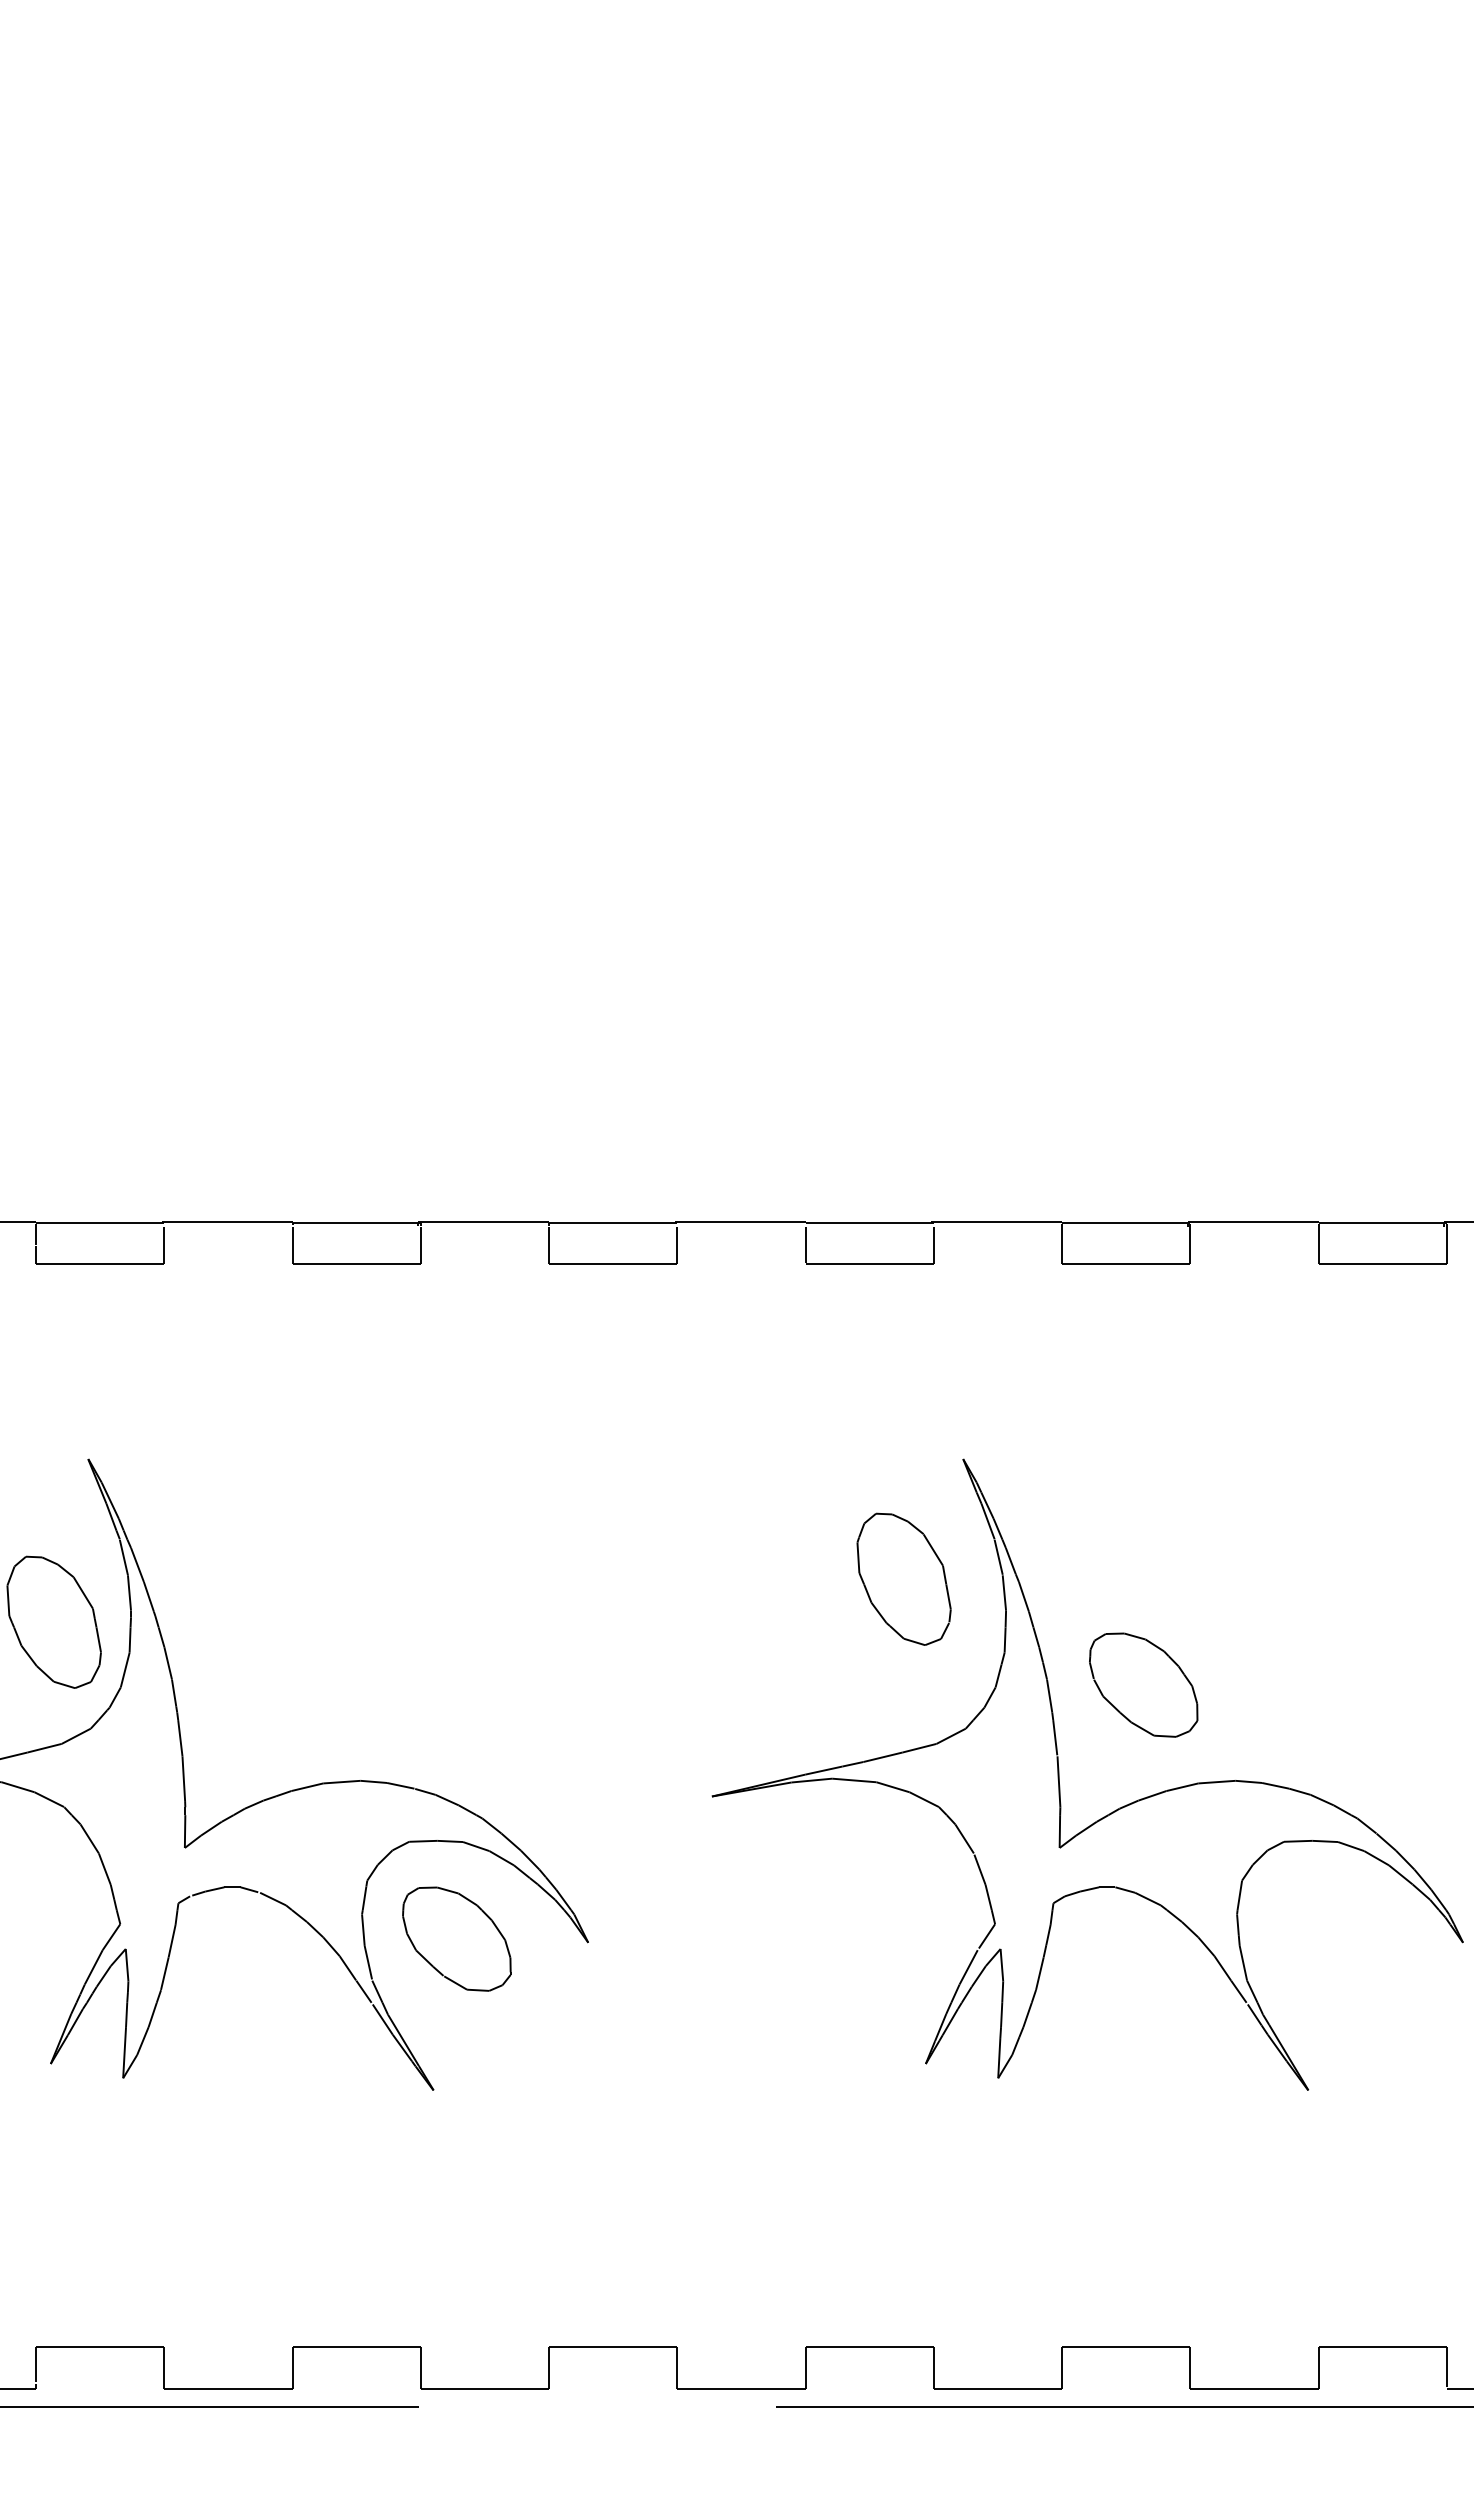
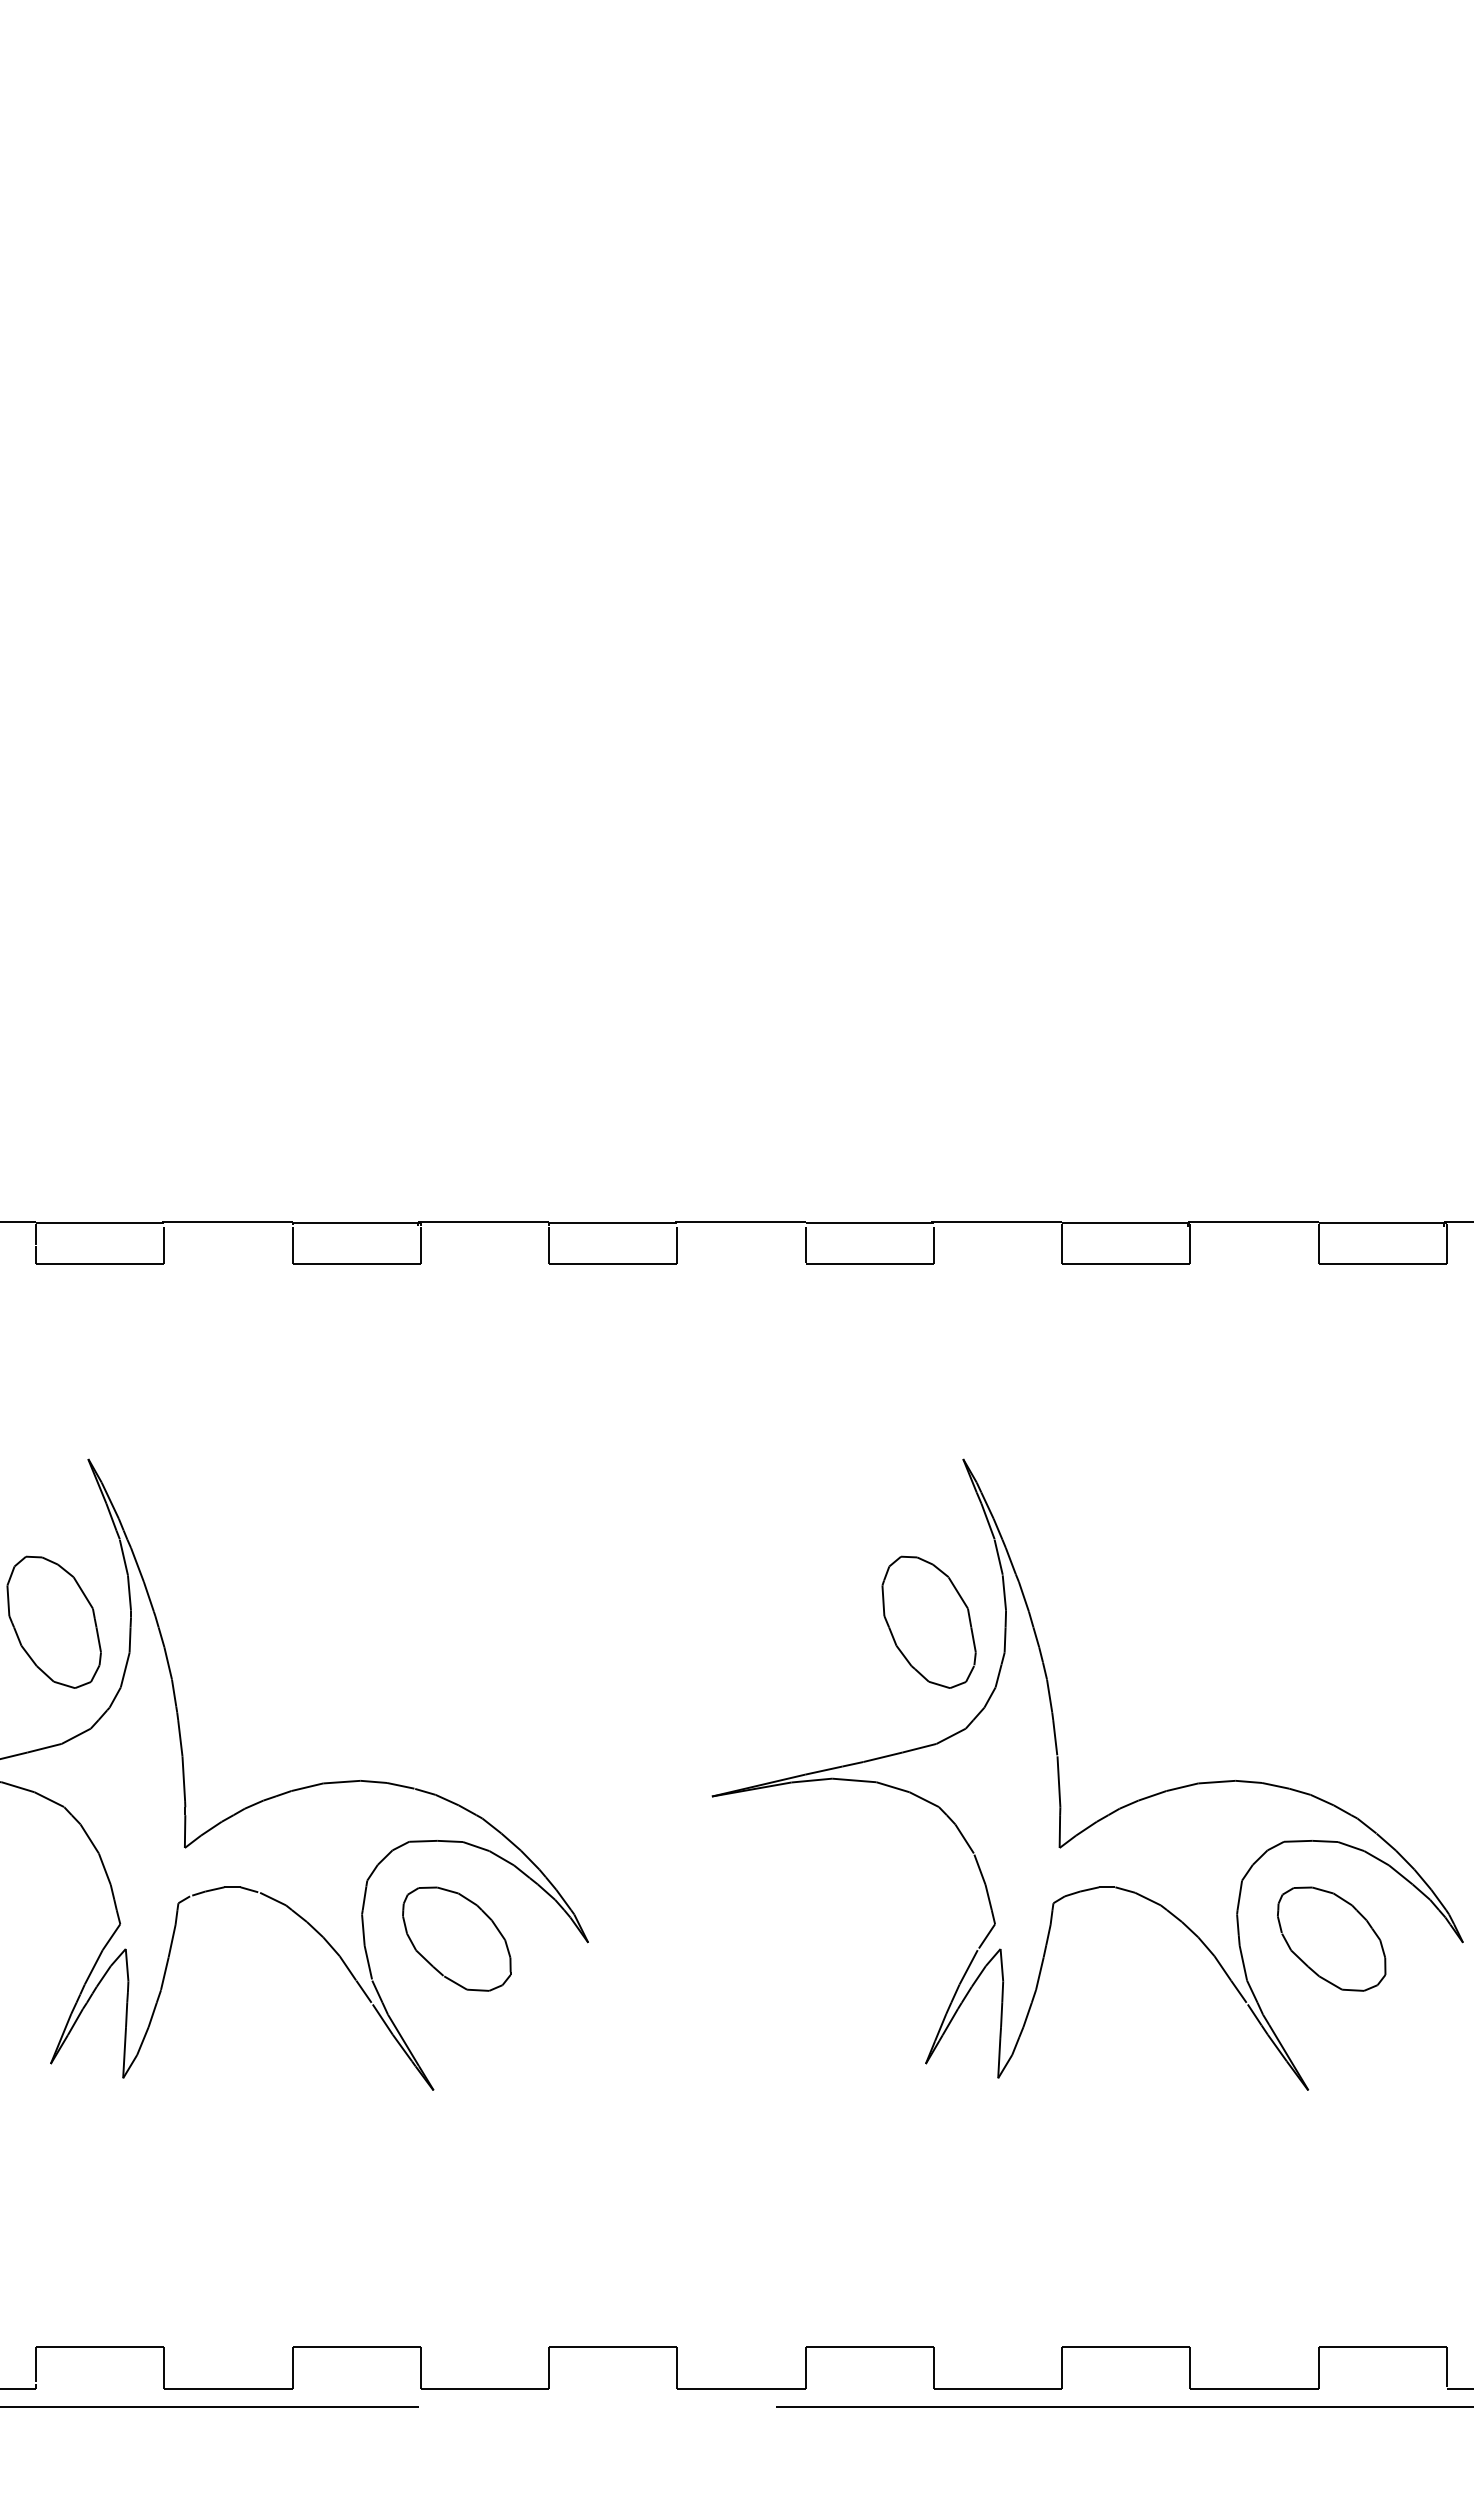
part at (903, 1578) position: (903, 1578) -> (928, 1621)
part at (1143, 1684) position: (1143, 1684) -> (1331, 1938)
